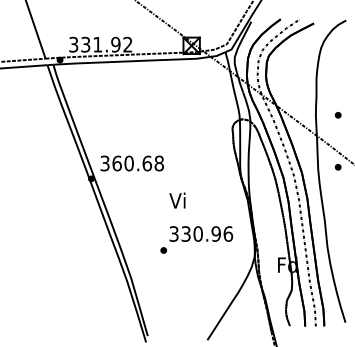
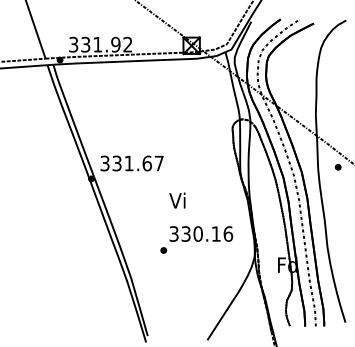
part at (337, 115): present -> none
text at (137, 163): 360.68 -> 331.67
text at (215, 233): 330.96 -> 330.16
